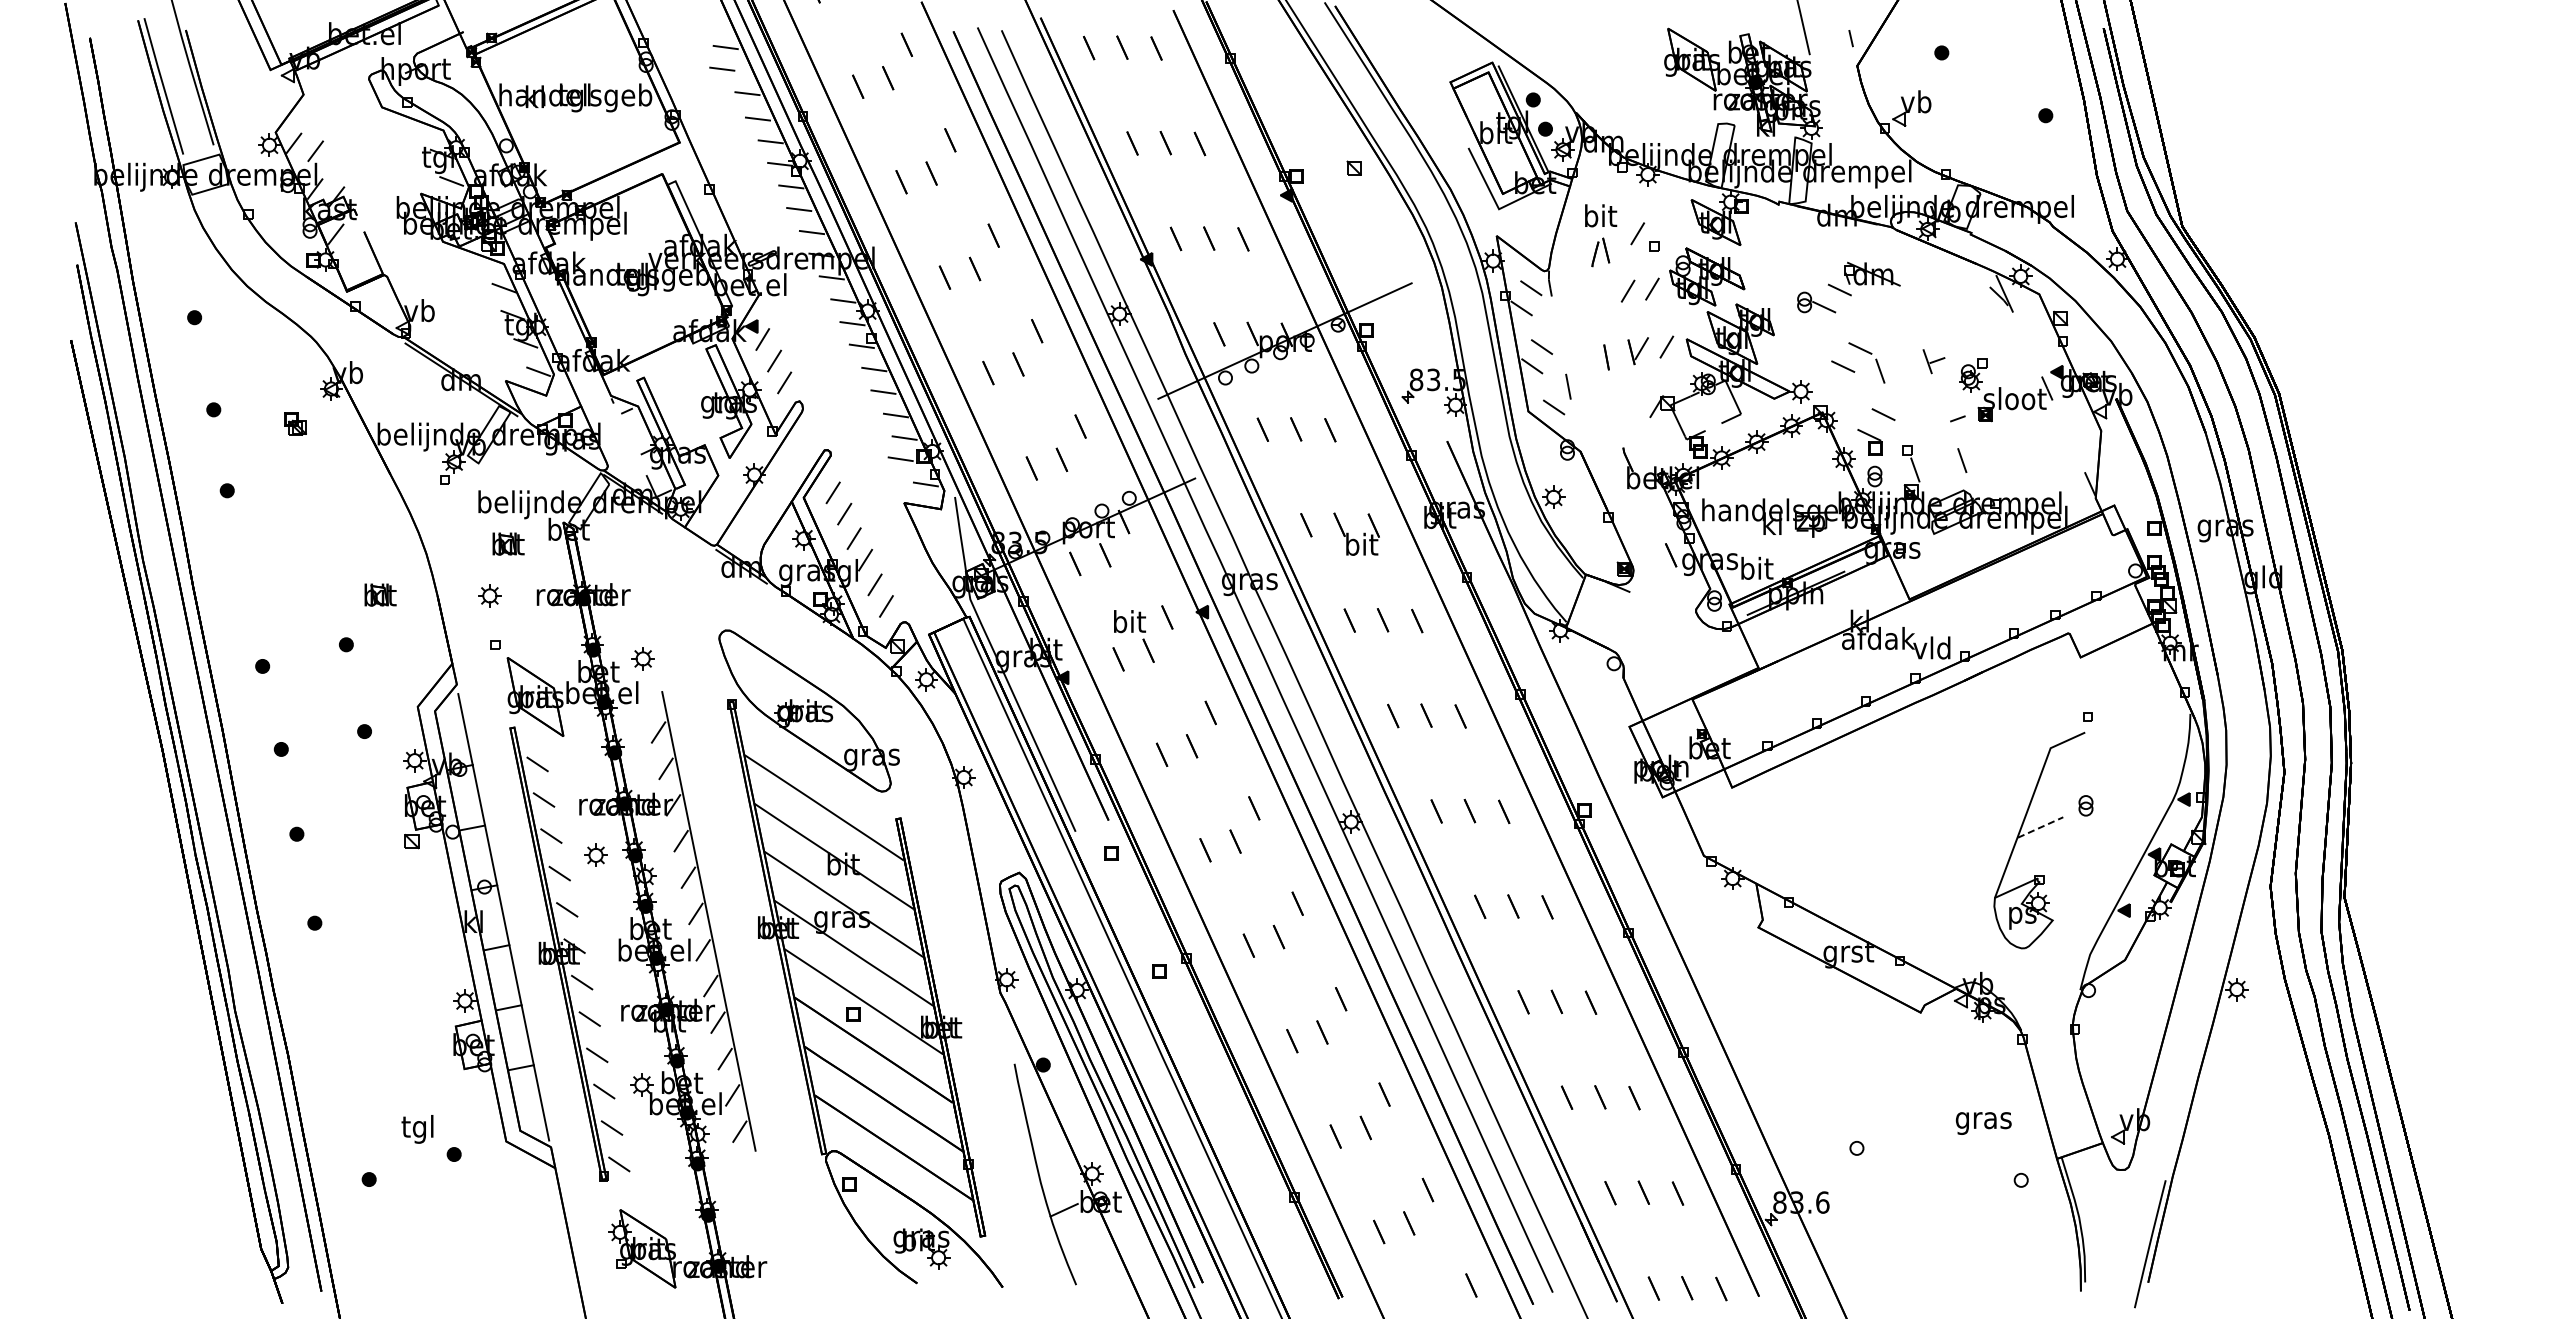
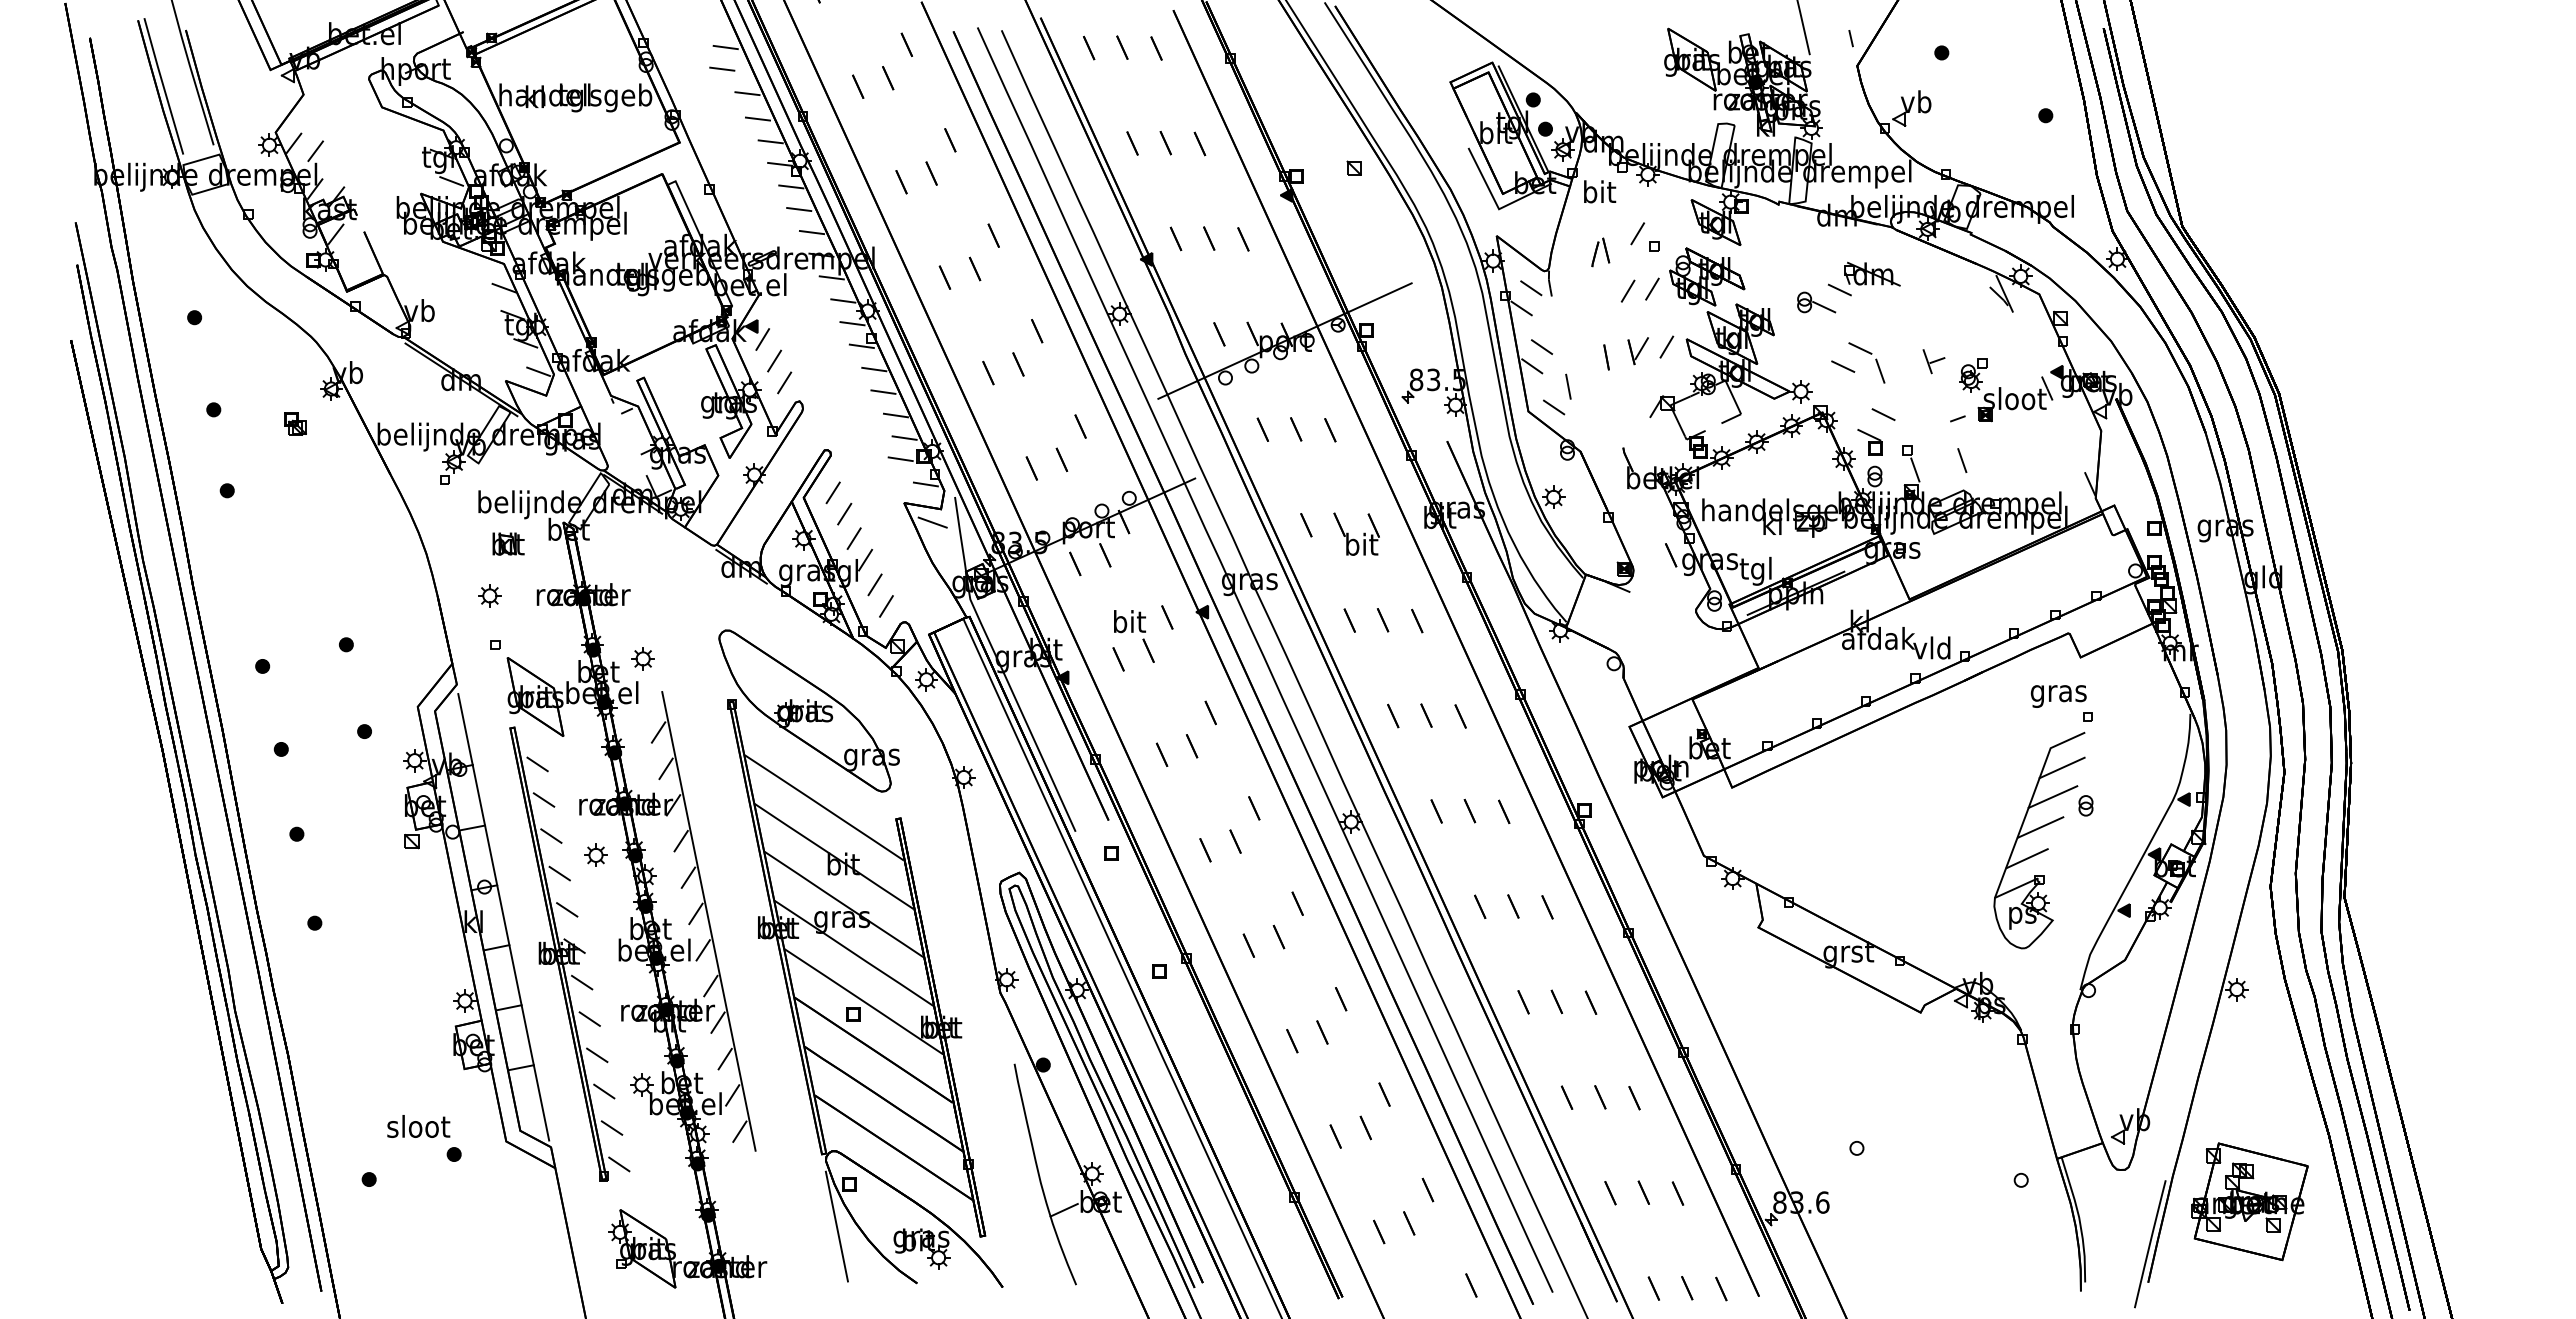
text at (1601, 215) position: (1601, 215) -> (1600, 191)
line at (932, 522): none -> present
text at (1756, 570): bit -> tgl
part at (380, 594): present -> none
line at (2061, 767): none -> present
line at (2052, 796): none -> present
line at (2040, 827): dashed -> solid
line at (2026, 858): none -> present
text at (1983, 1123) position: (1983, 1123) -> (2058, 696)
text at (418, 1129): tgl -> sloot
part at (2249, 1201): none -> present
line at (836, 1226): none -> present
